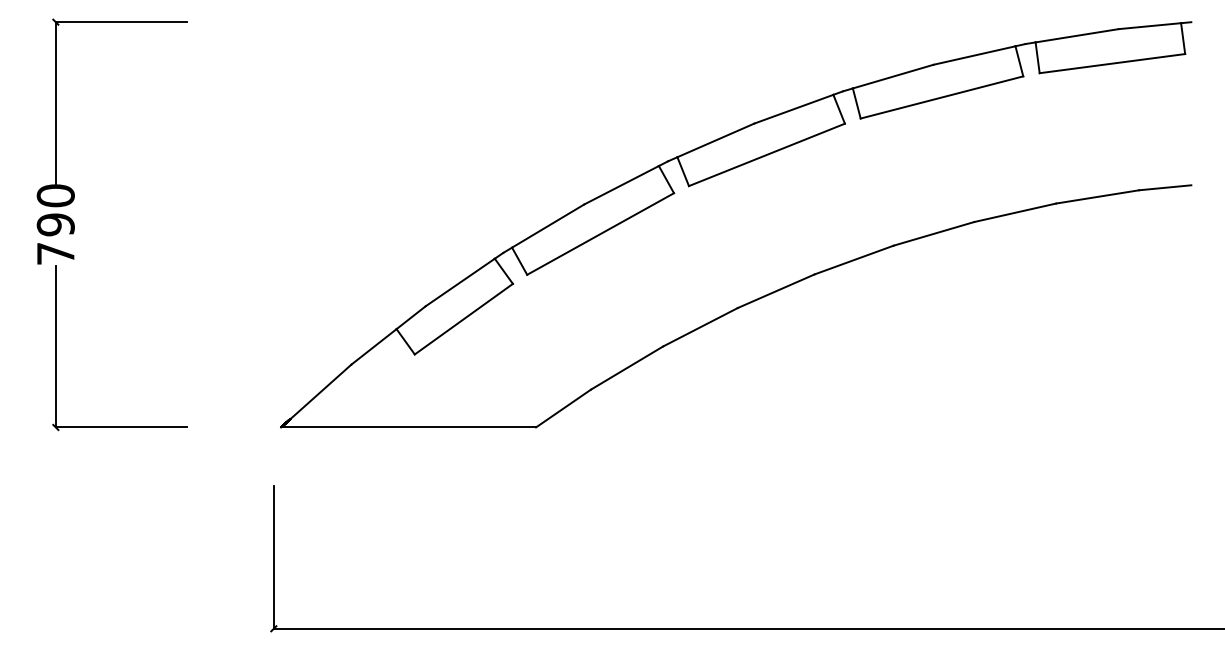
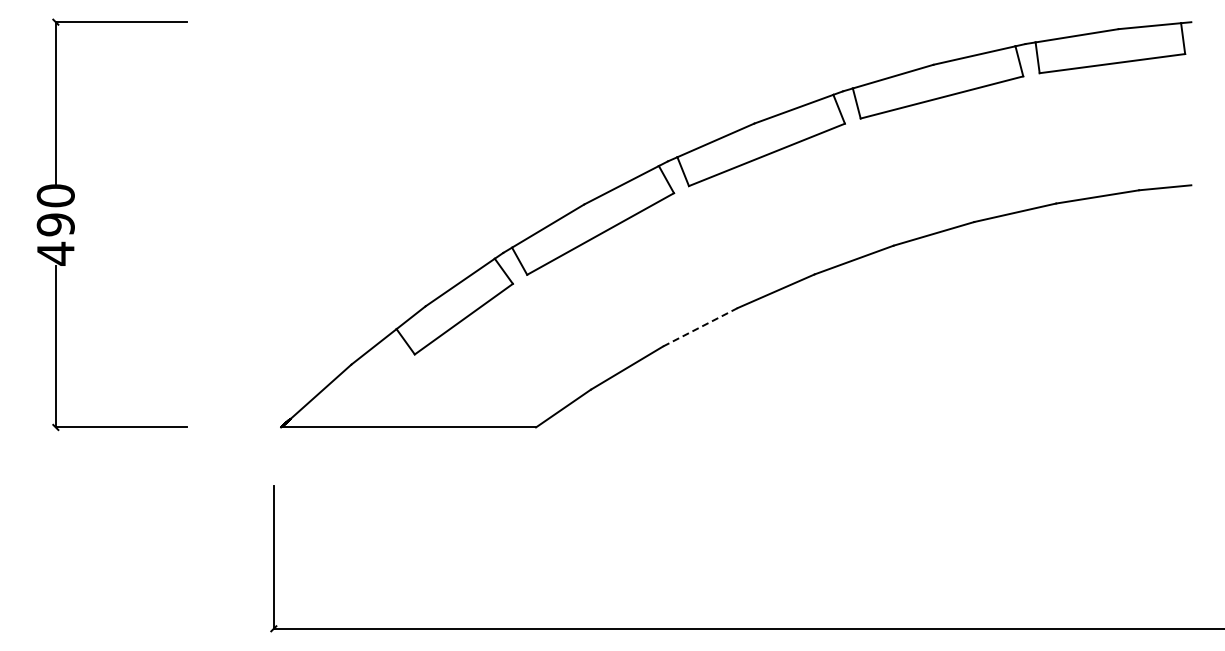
text at (55, 253): 790 -> 490
line at (700, 327): solid -> dashed
